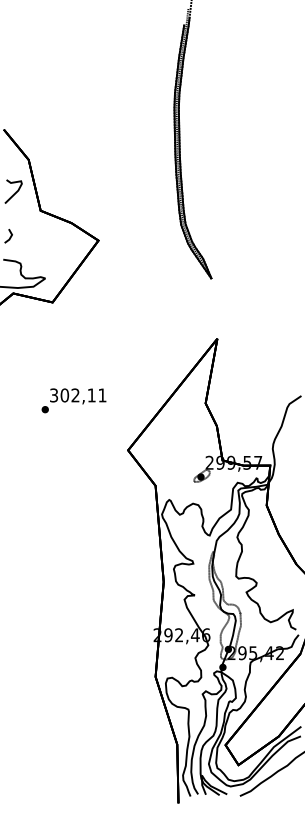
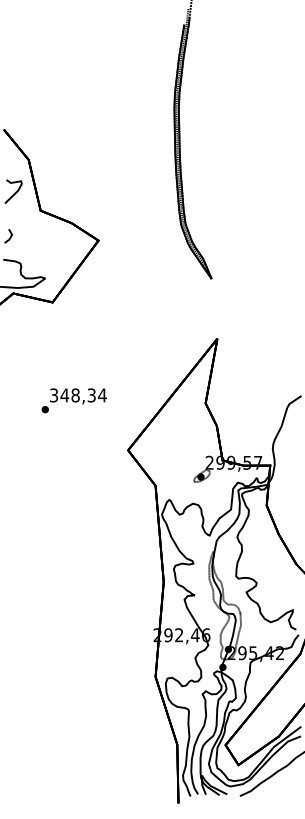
text at (83, 395): 302,11 -> 348,34
